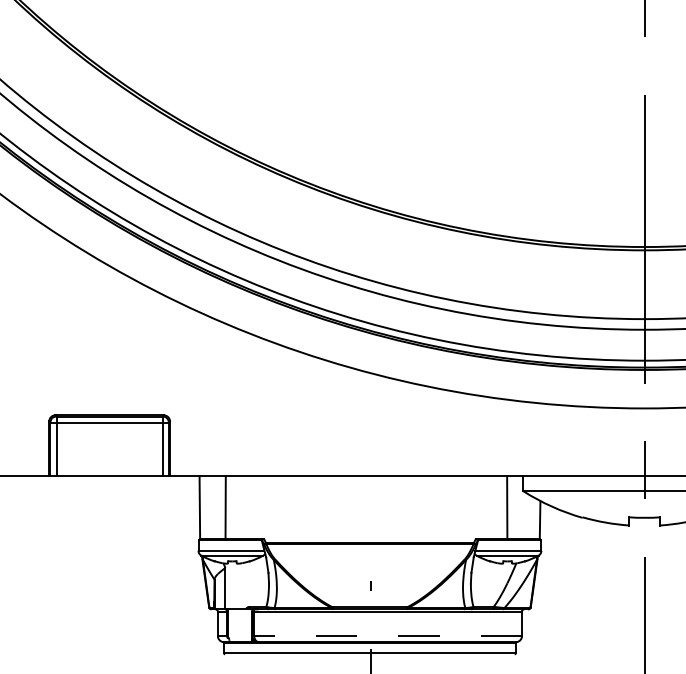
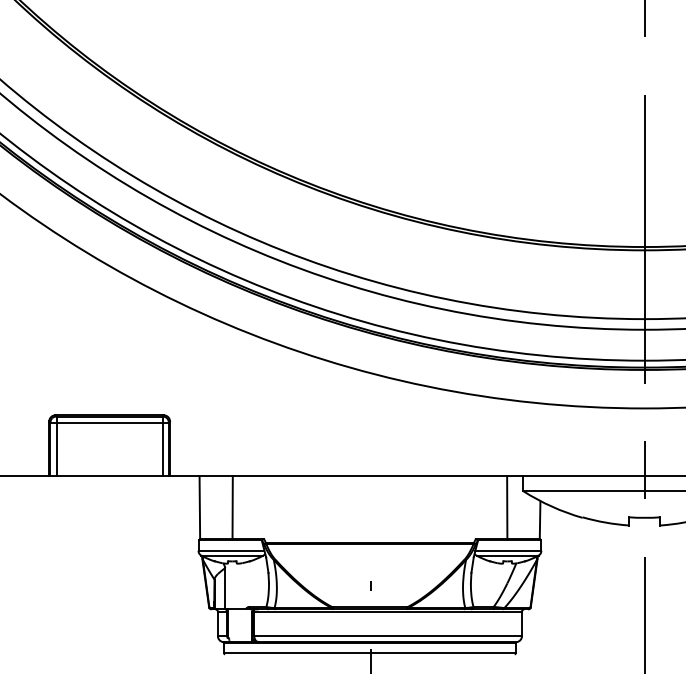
line at (225, 507) position: (225, 507) -> (232, 507)
line at (387, 636): dashed -> solid
